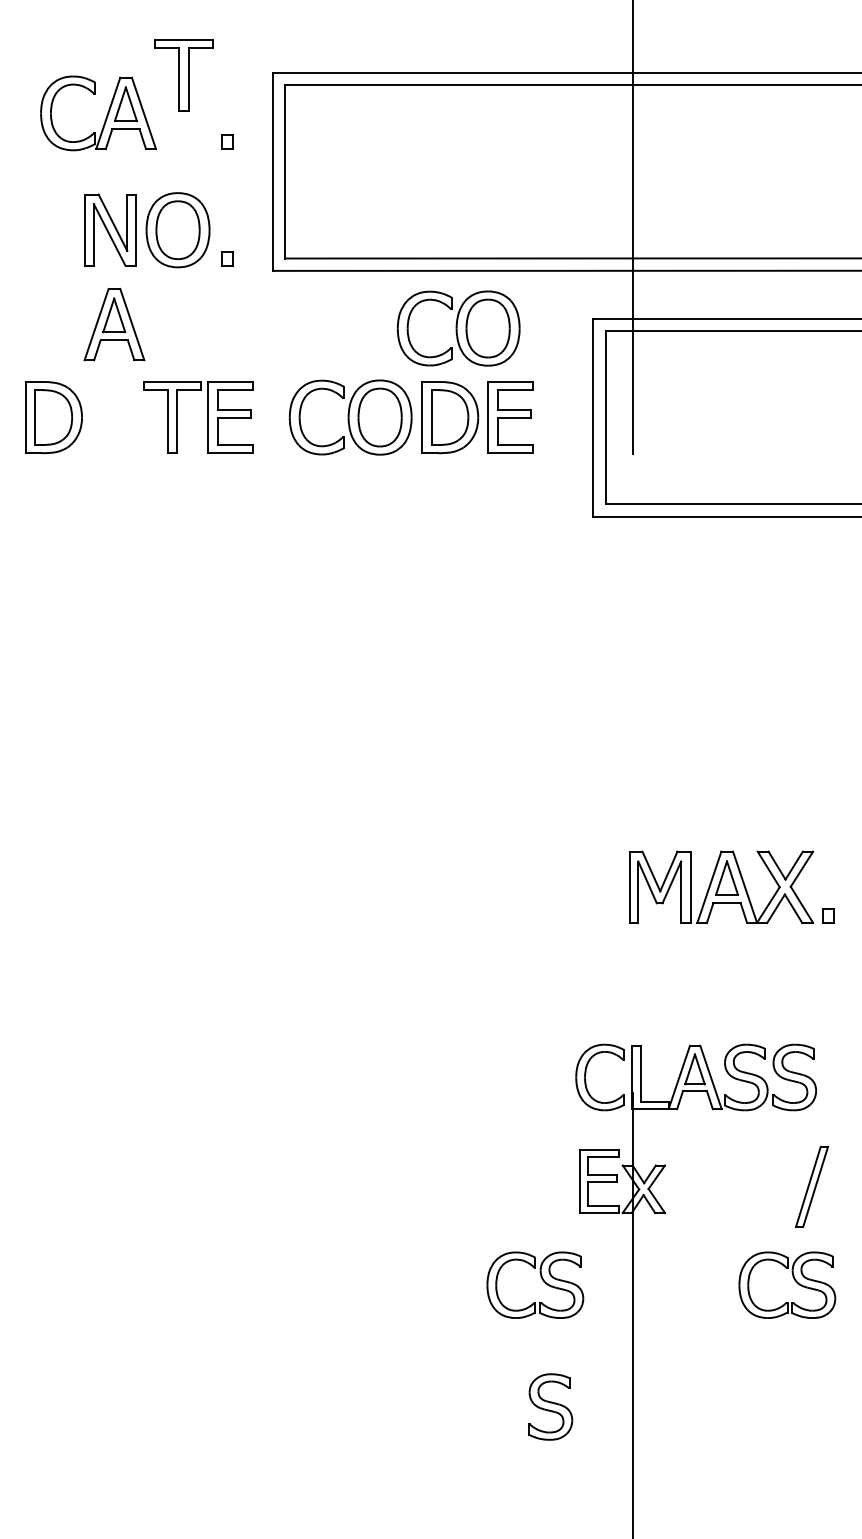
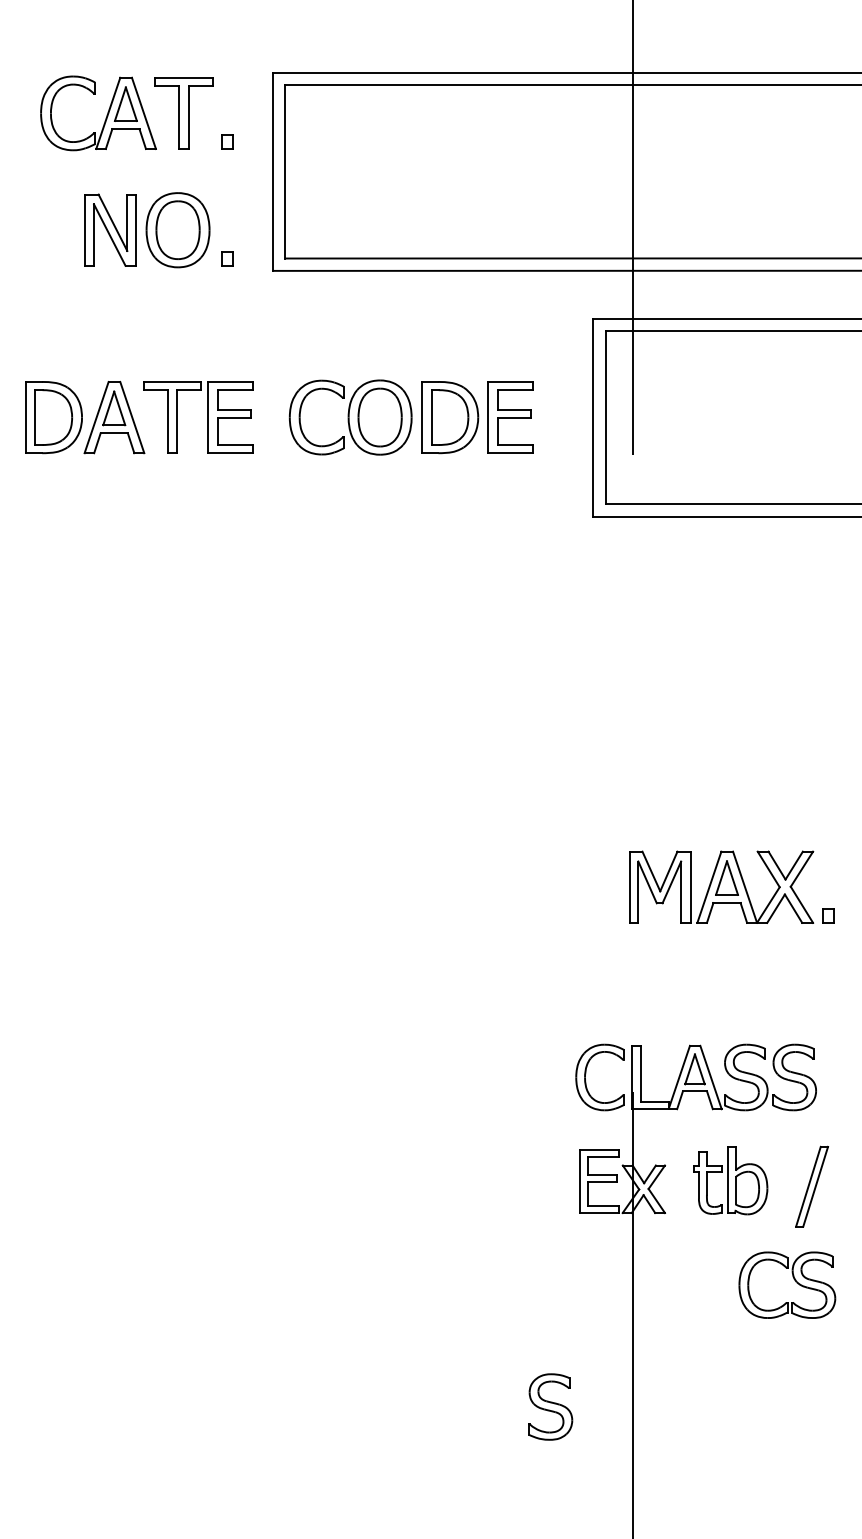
part at (183, 75) position: (183, 75) -> (183, 113)
part at (114, 324) position: (114, 324) -> (114, 417)
part at (458, 328): present -> none
part at (730, 1180): none -> present
part at (541, 1279): present -> none
